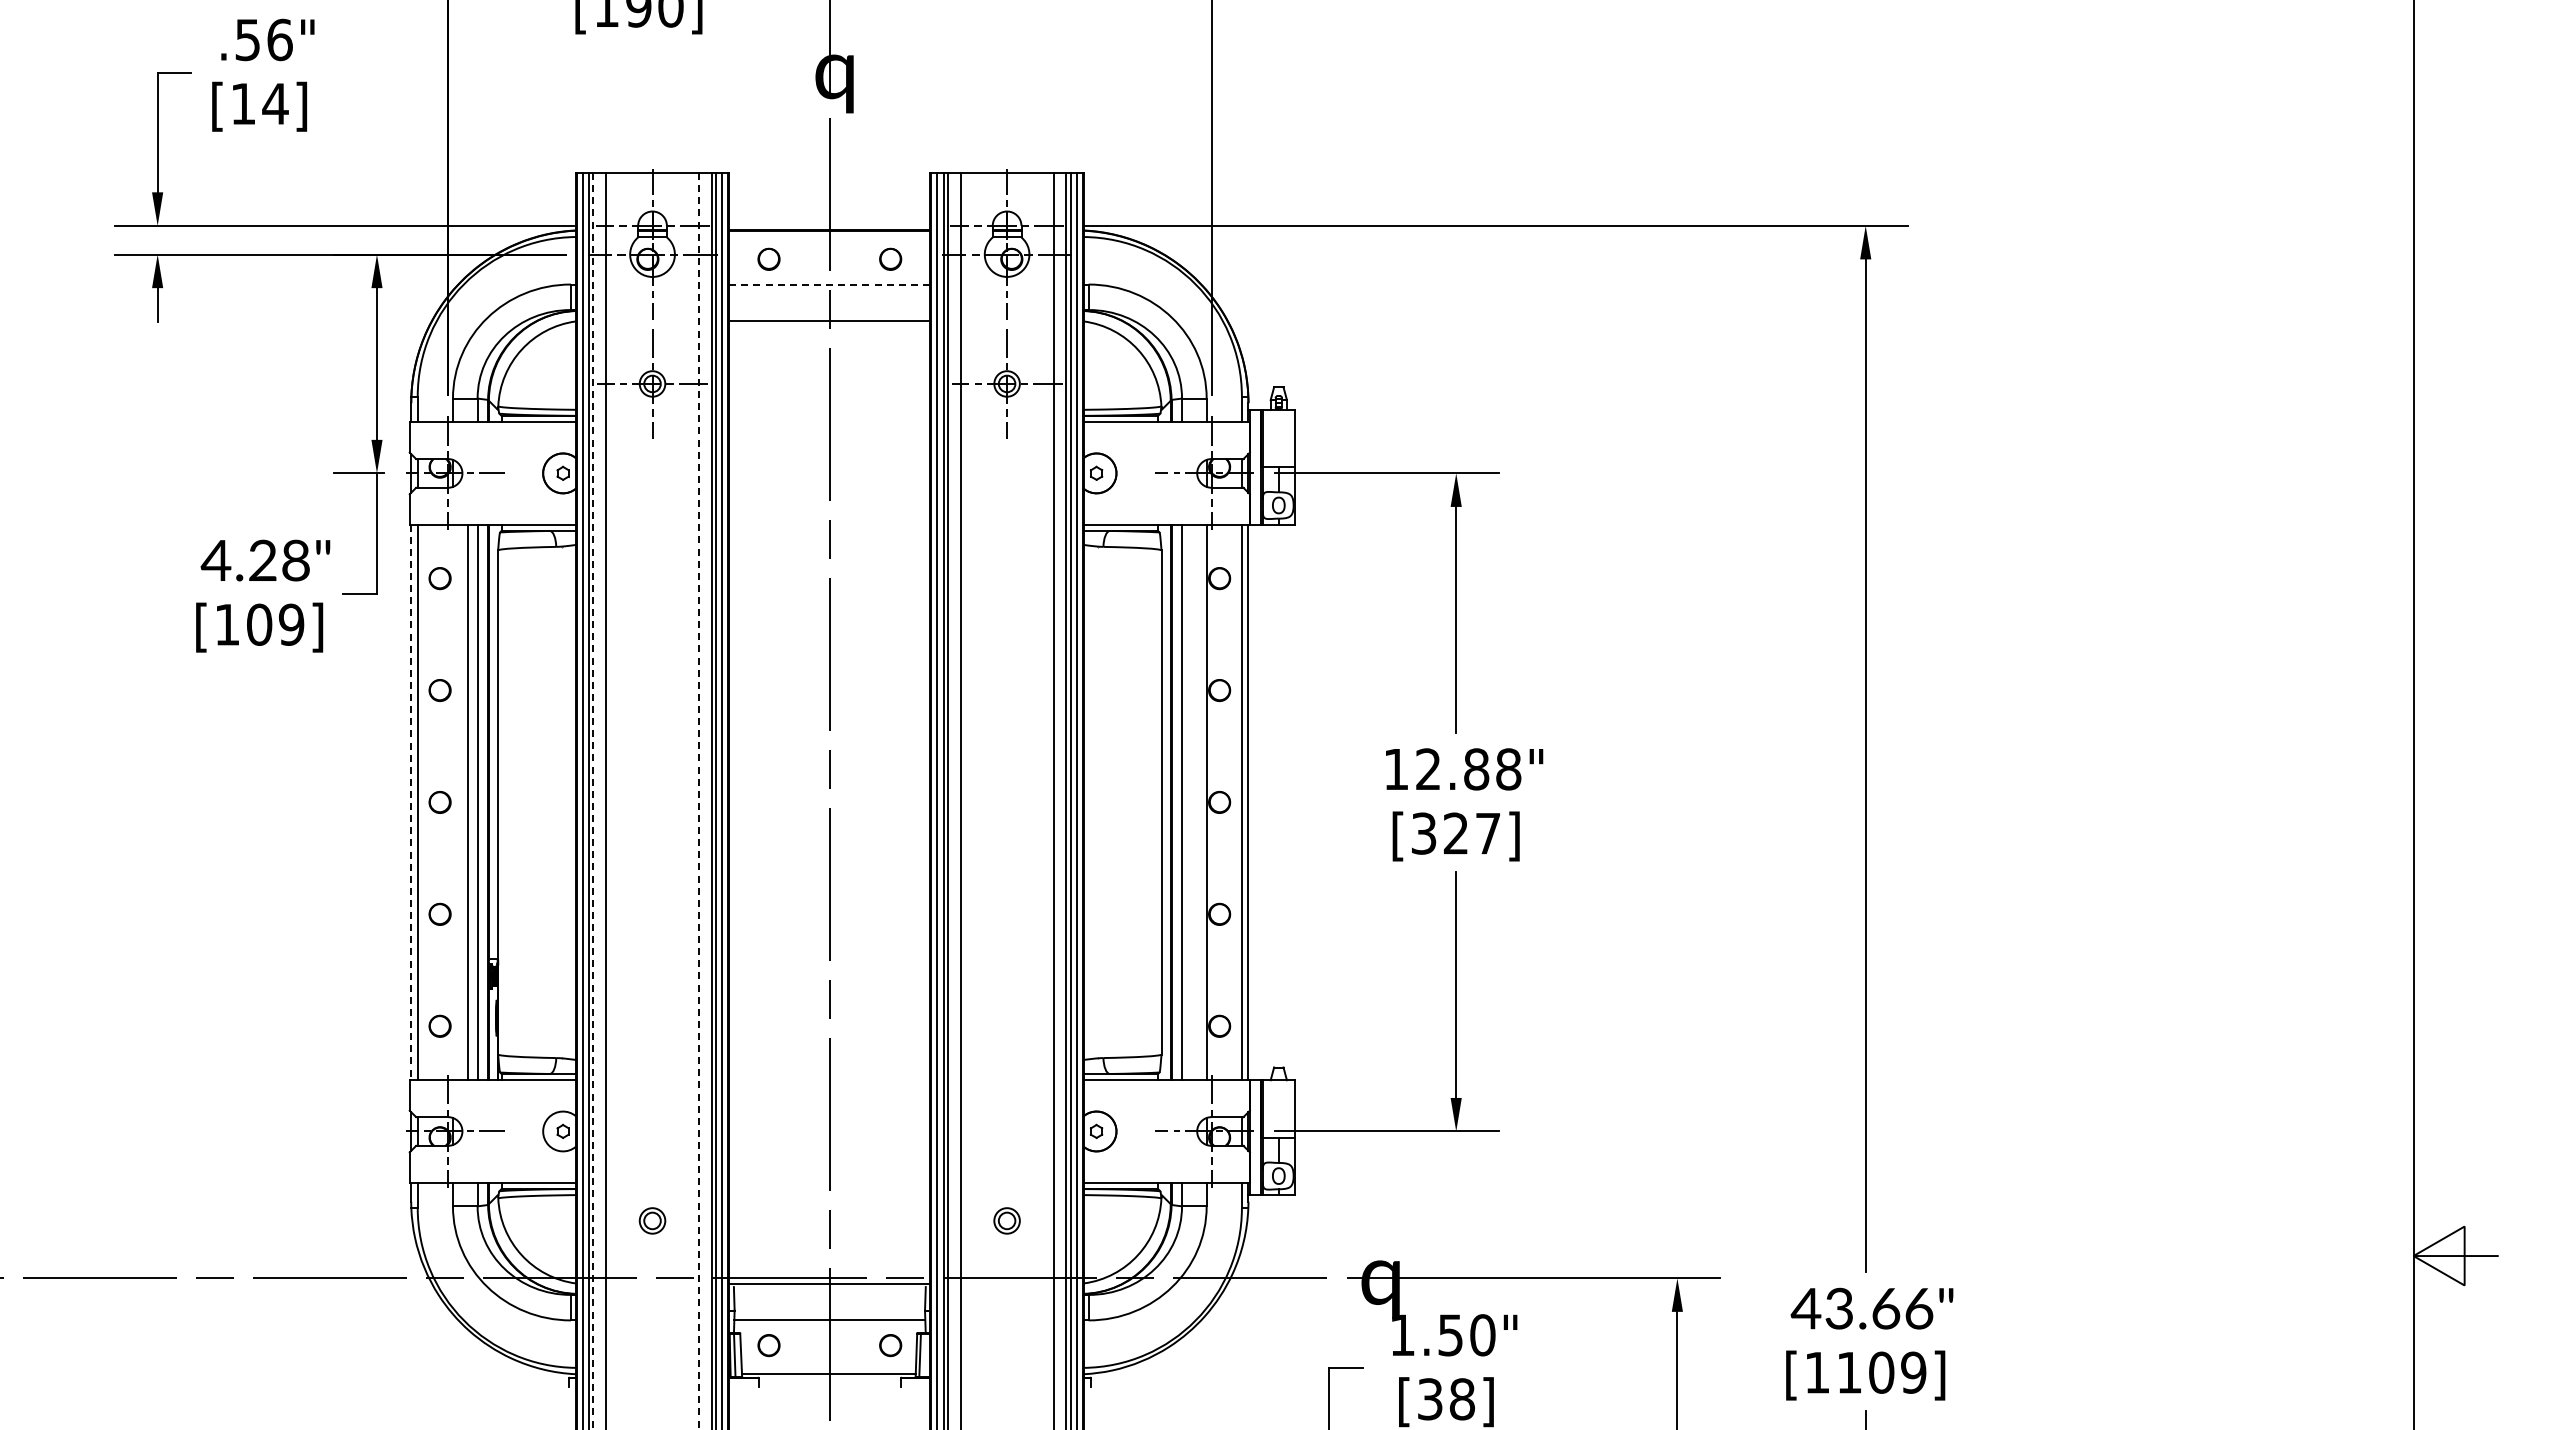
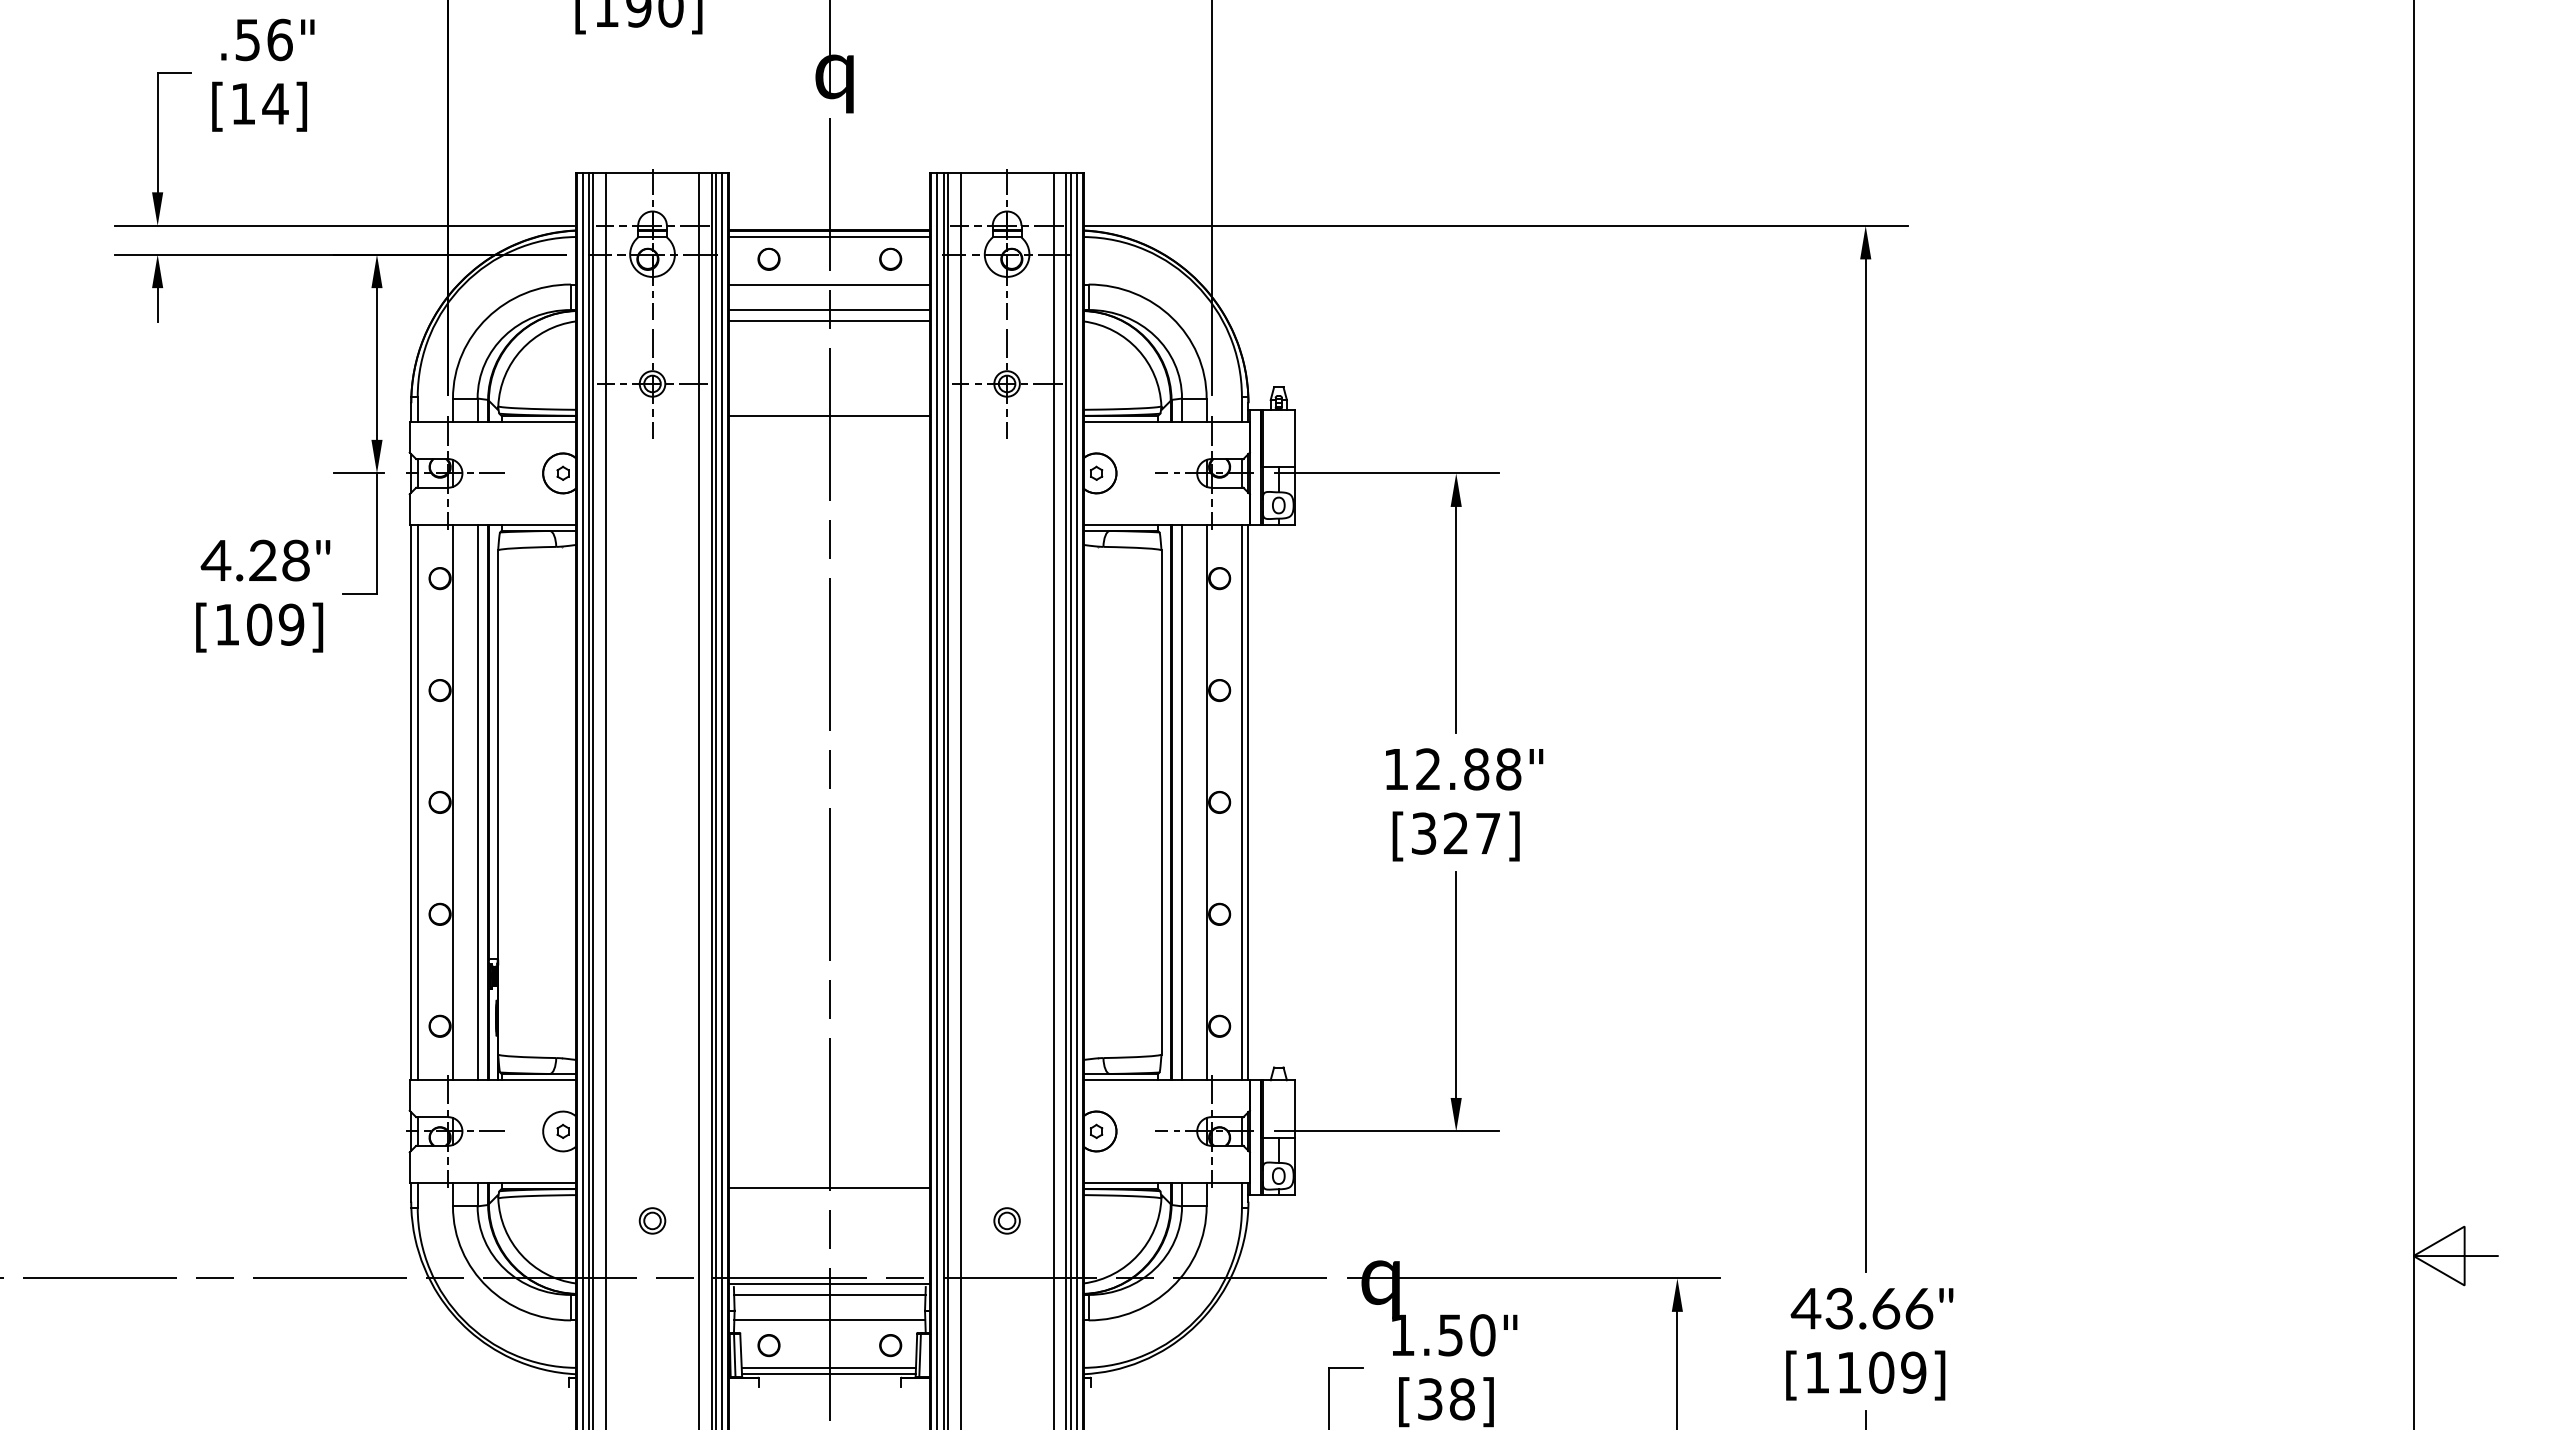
line at (829, 237): none -> present
line at (829, 284): dashed -> solid
line at (829, 310): none -> present
line at (829, 416): none -> present
line at (593, 801): dashed -> solid
line at (699, 801): dashed -> solid
line at (411, 802): dashed -> solid
line at (468, 802) position: (468, 802) -> (453, 802)
line at (829, 1188): none -> present
line at (829, 1294): none -> present
line at (828, 1367): none -> present
